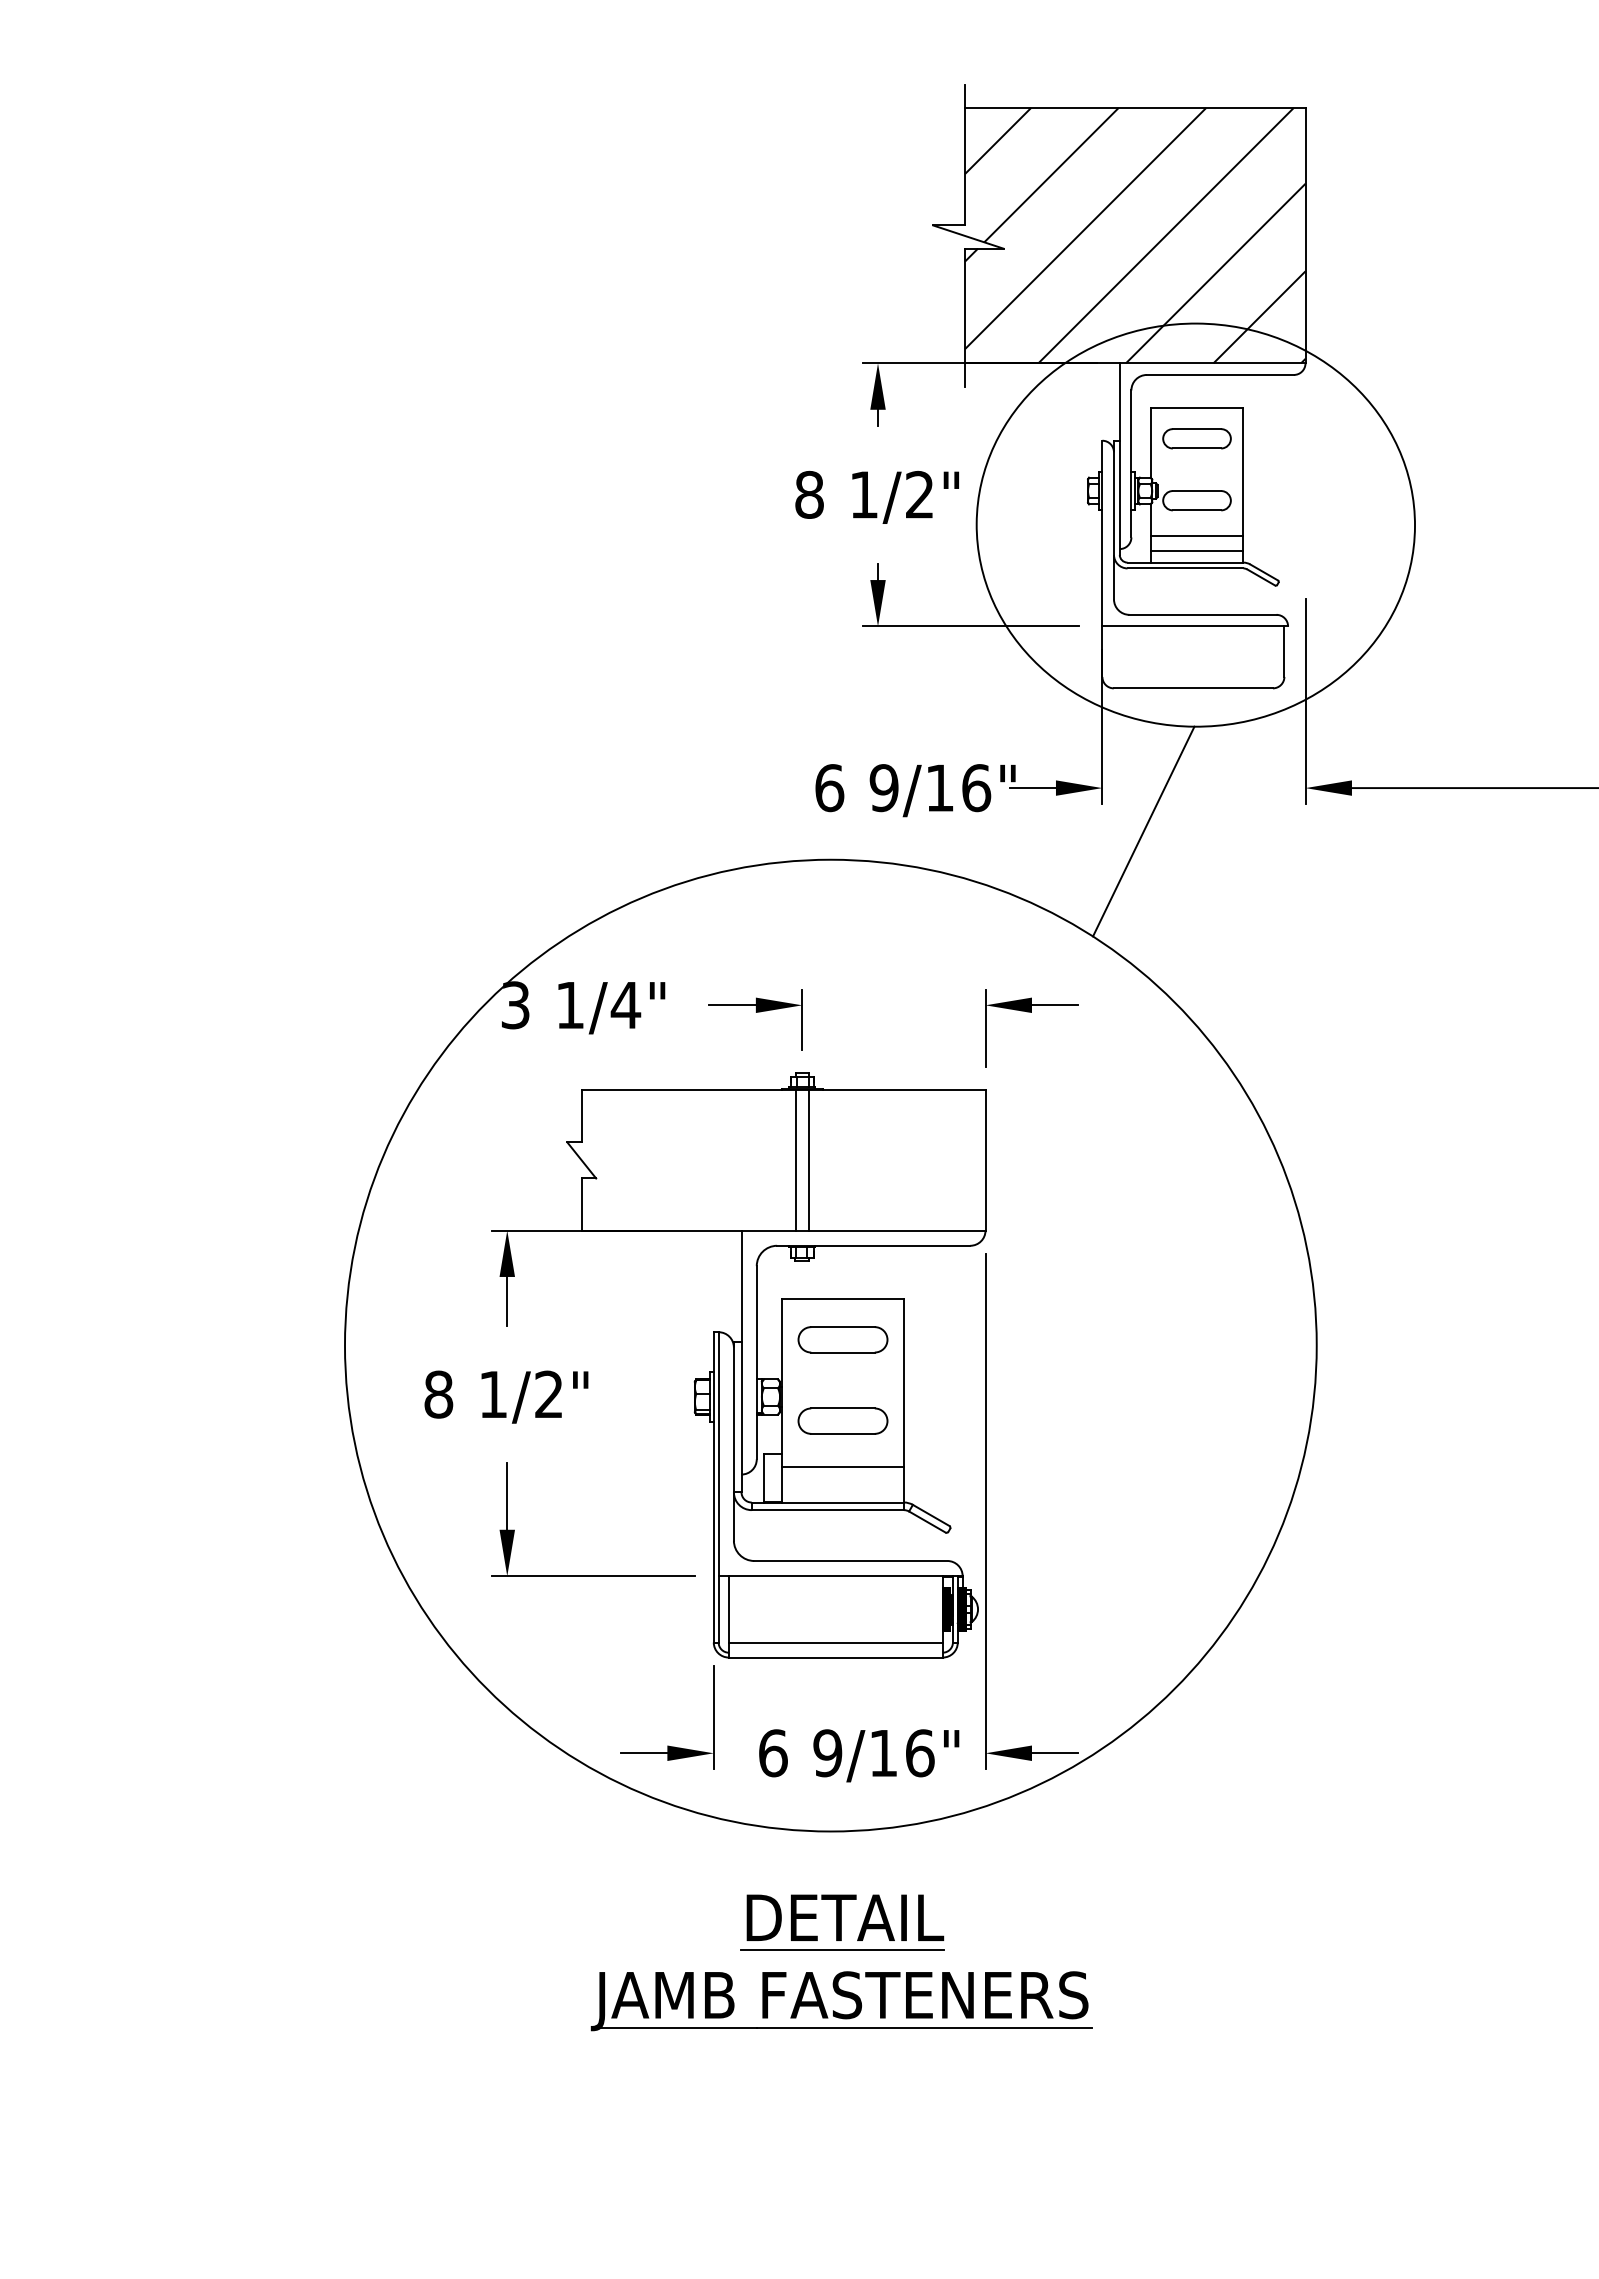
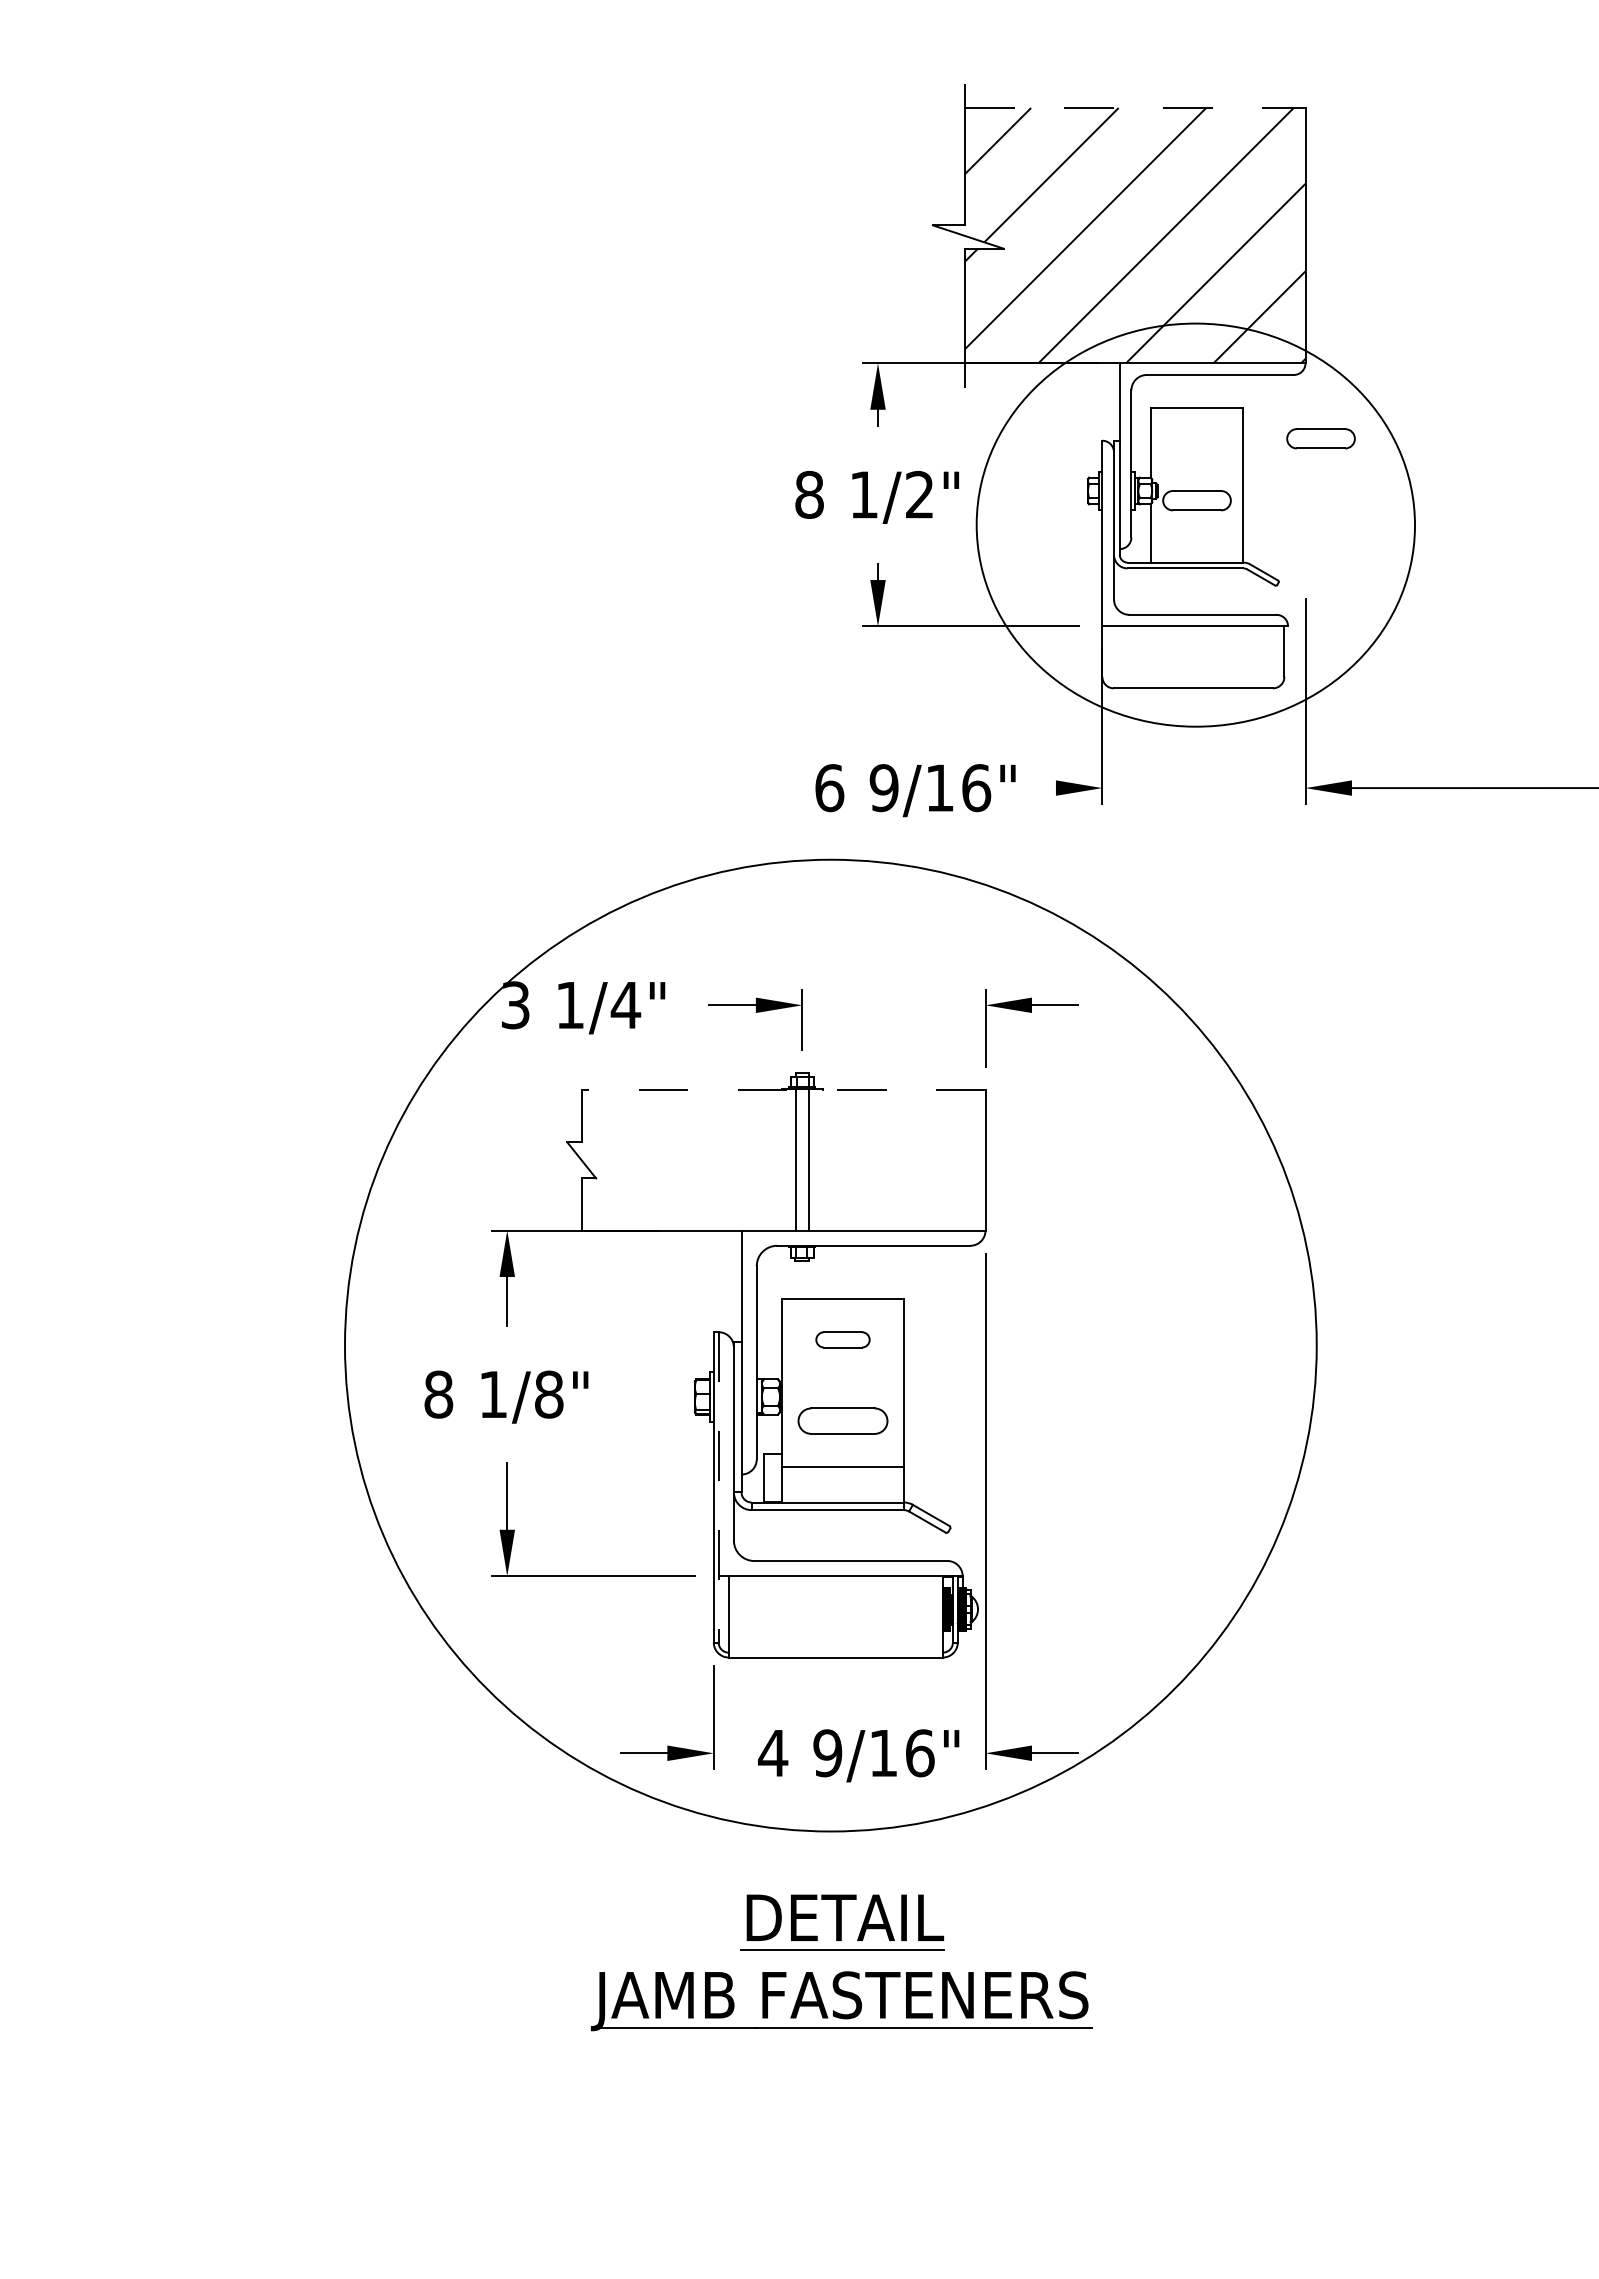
line at (1135, 108): solid -> dashed
part at (1196, 438) position: (1196, 438) -> (1320, 438)
line at (1196, 535): present -> none
line at (1196, 551): present -> none
line at (1032, 788): present -> none
line at (1143, 831): present -> none
line at (783, 1090): solid -> dashed
part at (842, 1339) size: 92x28 px -> 56x18 px
text at (549, 1394): 1/2" -> 1/8"
line at (718, 1487): solid -> dashed
line at (835, 1642): present -> none
text at (773, 1753): 6 -> 4
